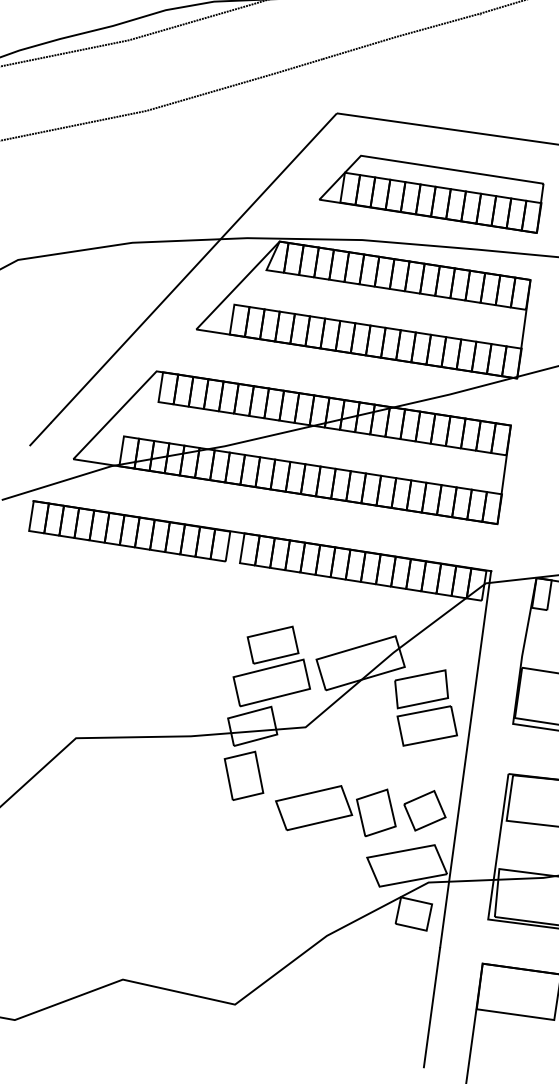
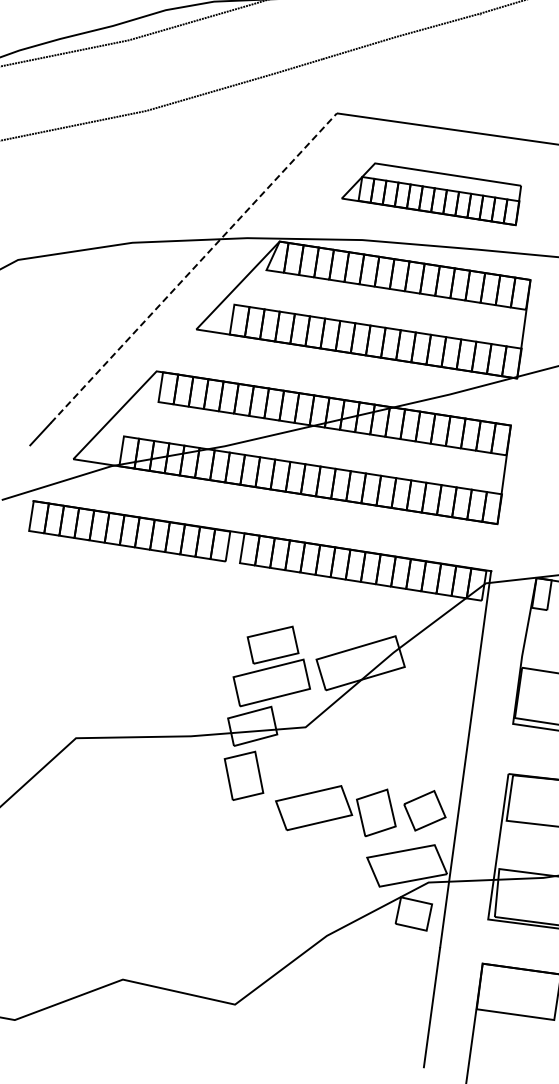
part at (431, 193) size: 227x80 px -> 181x65 px
line at (193, 268): solid -> dashed
part at (425, 707): present -> none
